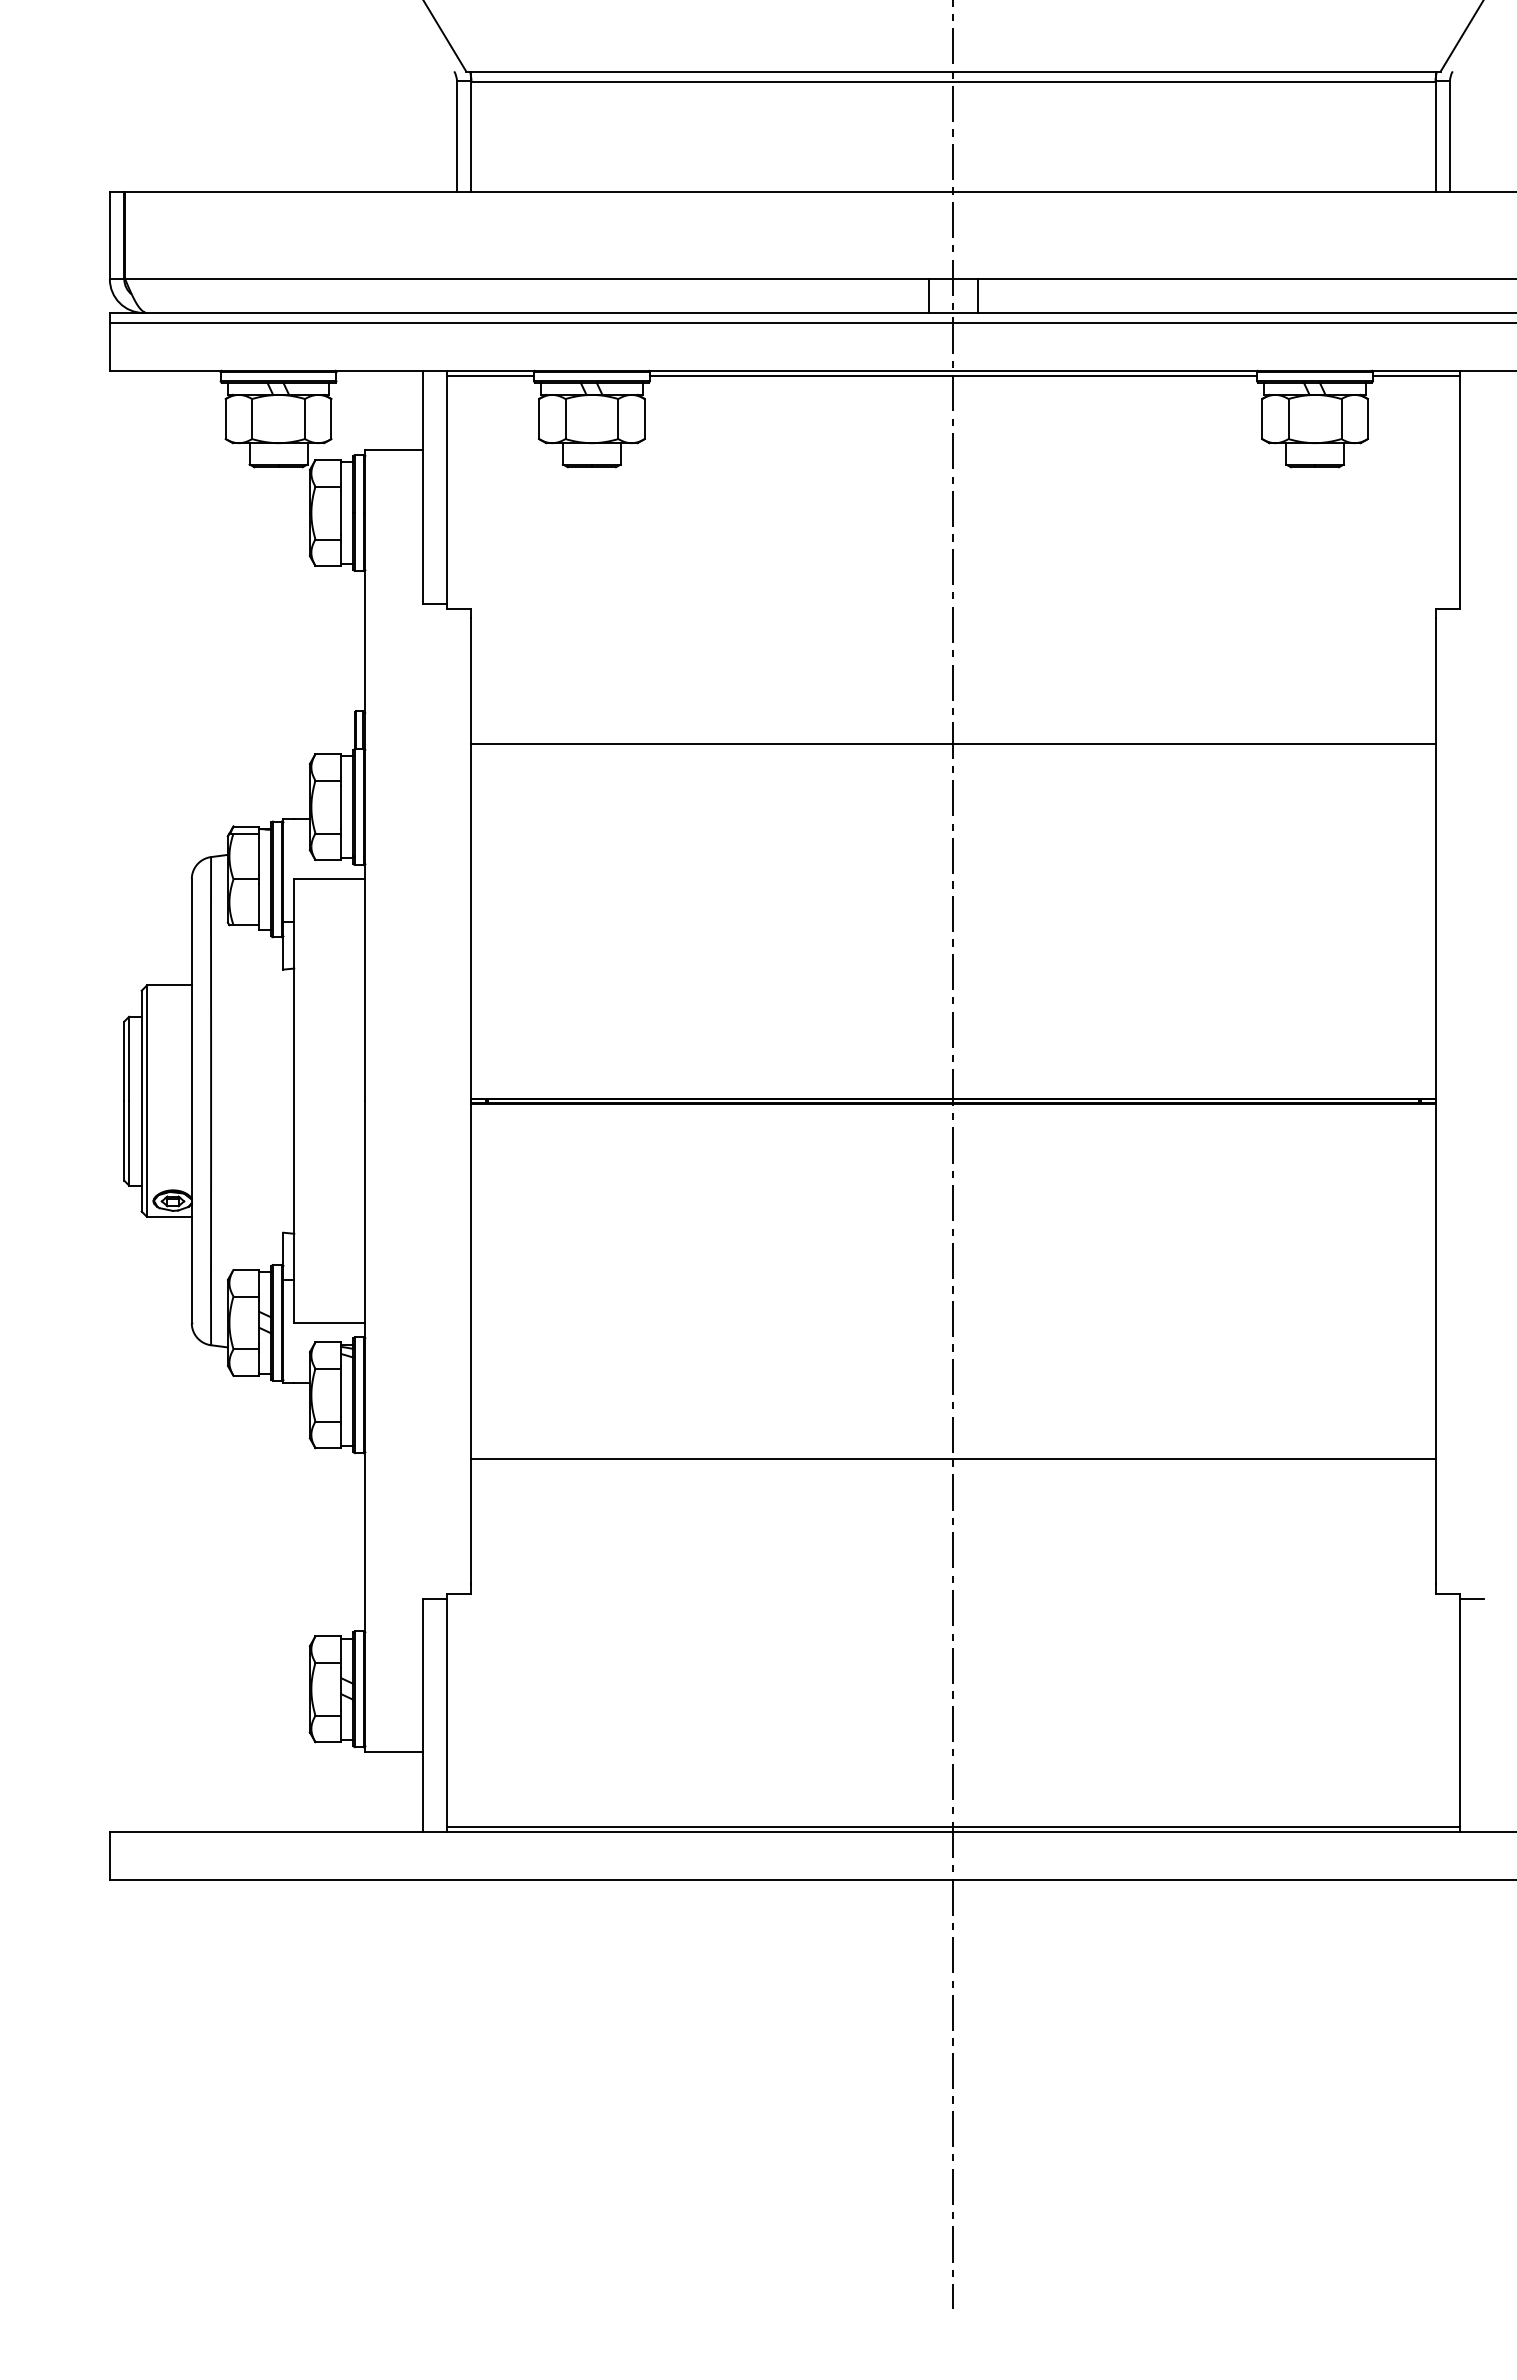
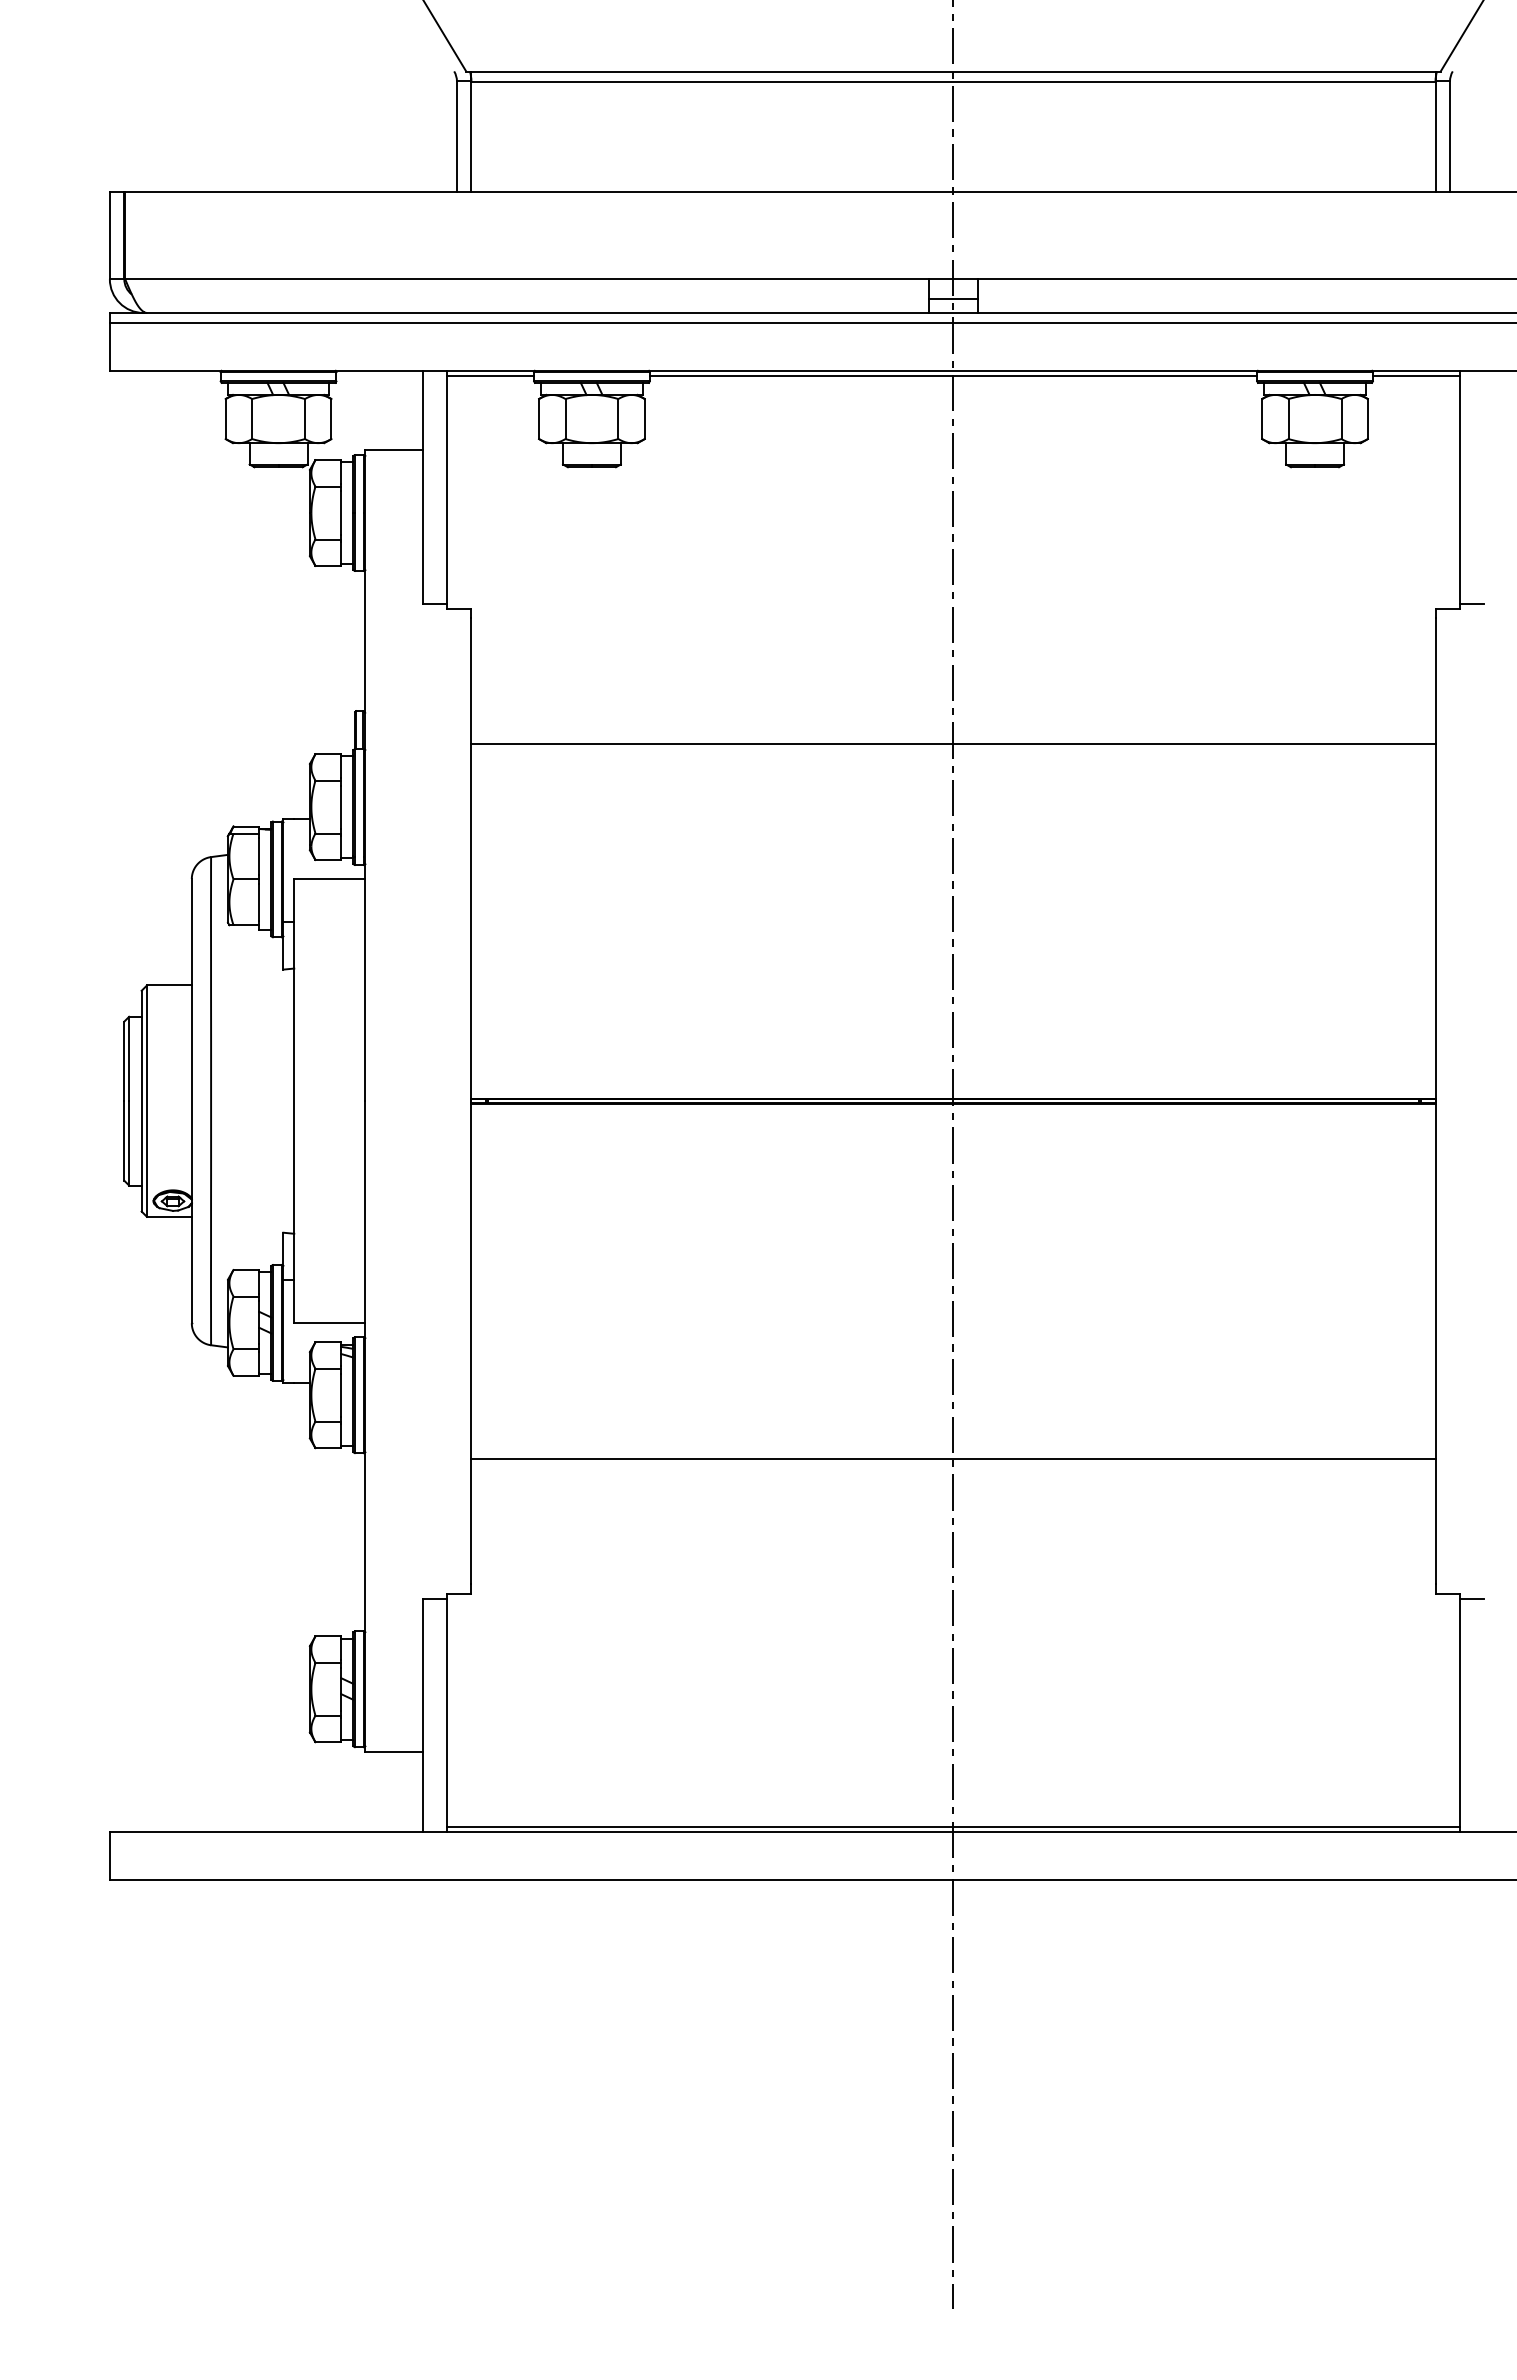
line at (953, 298): none -> present
line at (1471, 603): none -> present
